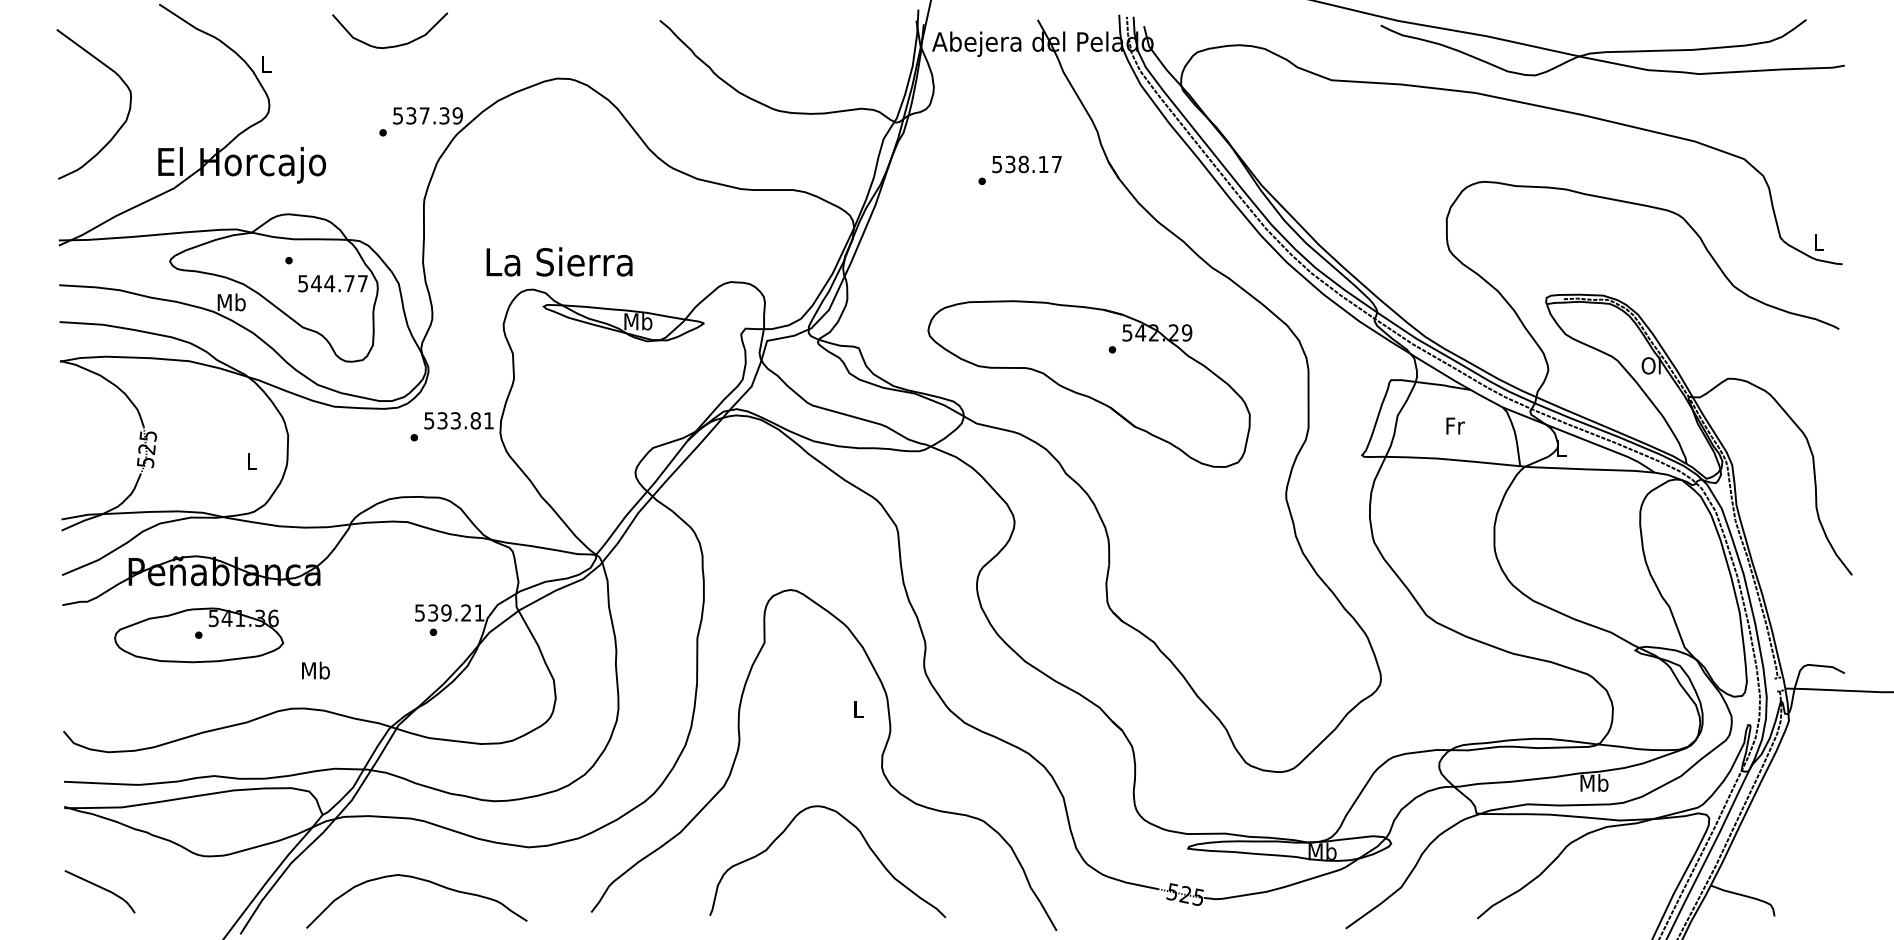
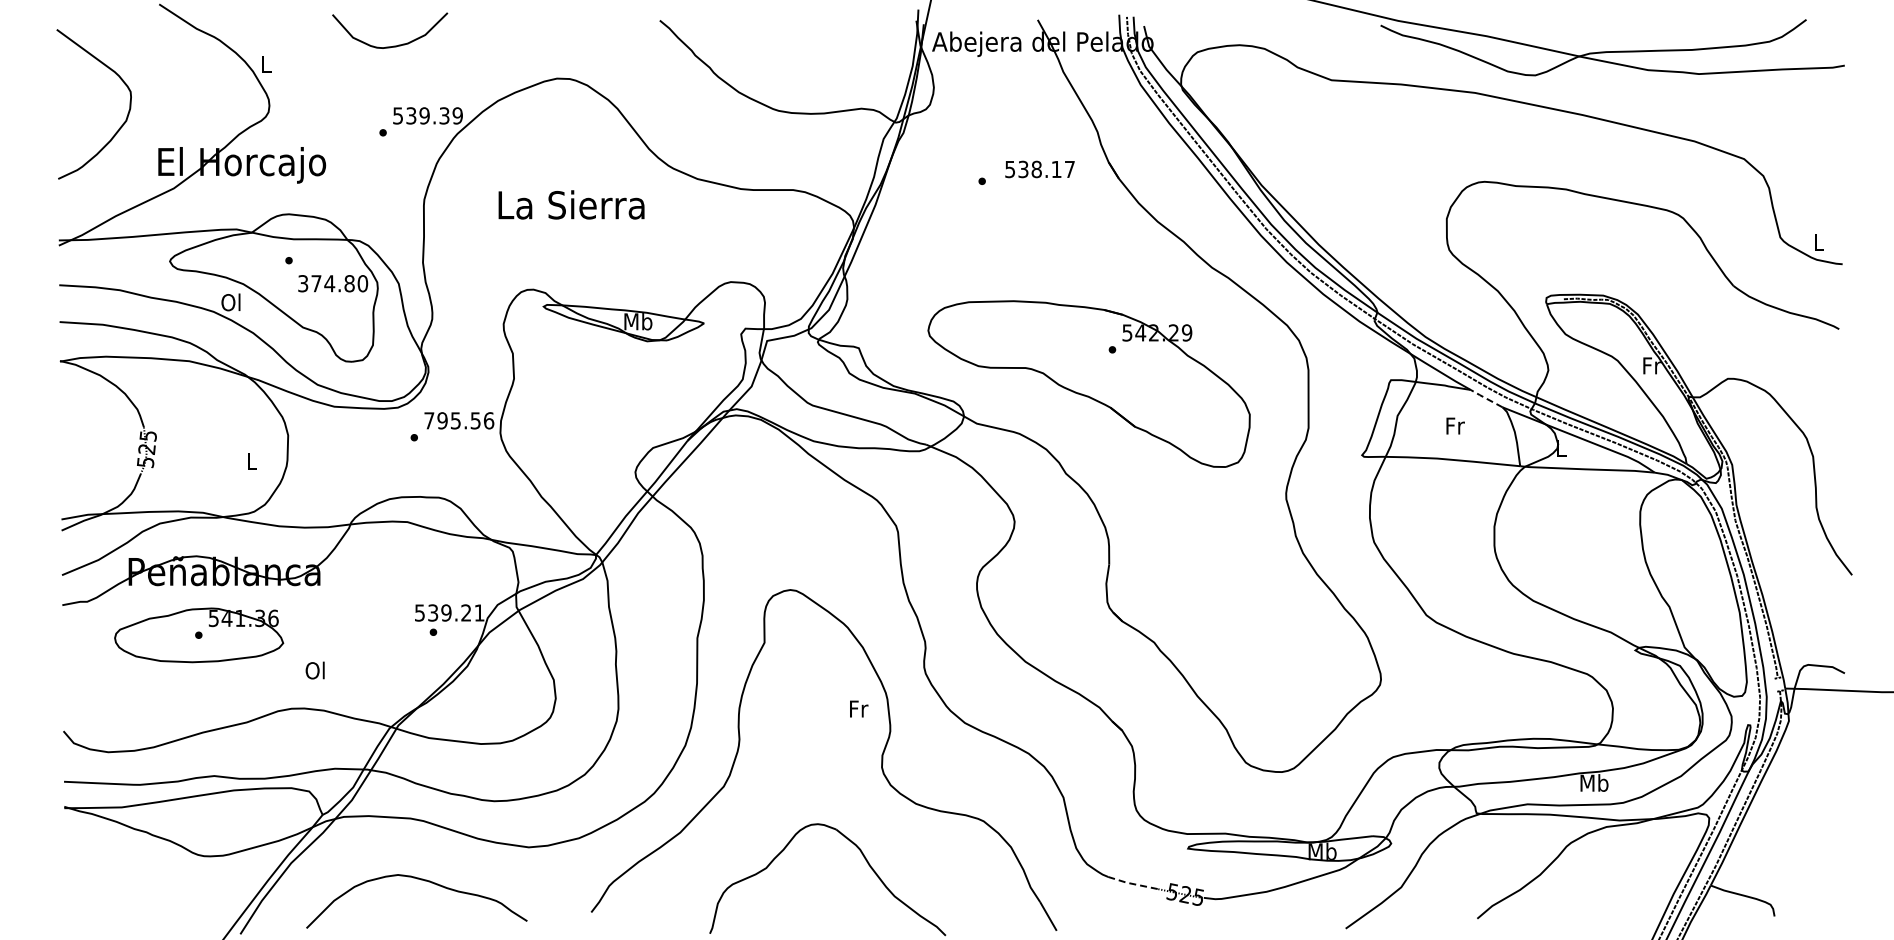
text at (424, 115): 537.39 -> 539.39
text at (1026, 164) position: (1026, 164) -> (1039, 169)
text at (559, 261) position: (559, 261) -> (571, 204)
text at (333, 283): 544.77 -> 374.80
text at (231, 302): Mb -> Ol
text at (1651, 365): Ol -> Fr
line at (1485, 398): solid -> dashed
text at (459, 420): 533.81 -> 795.56
text at (315, 670): Mb -> Ol
text at (859, 708): L -> Fr
part at (863, 839) position: (863, 839) -> (863, 857)
line at (1132, 883): solid -> dashed
curve at (100, 888): present -> none
